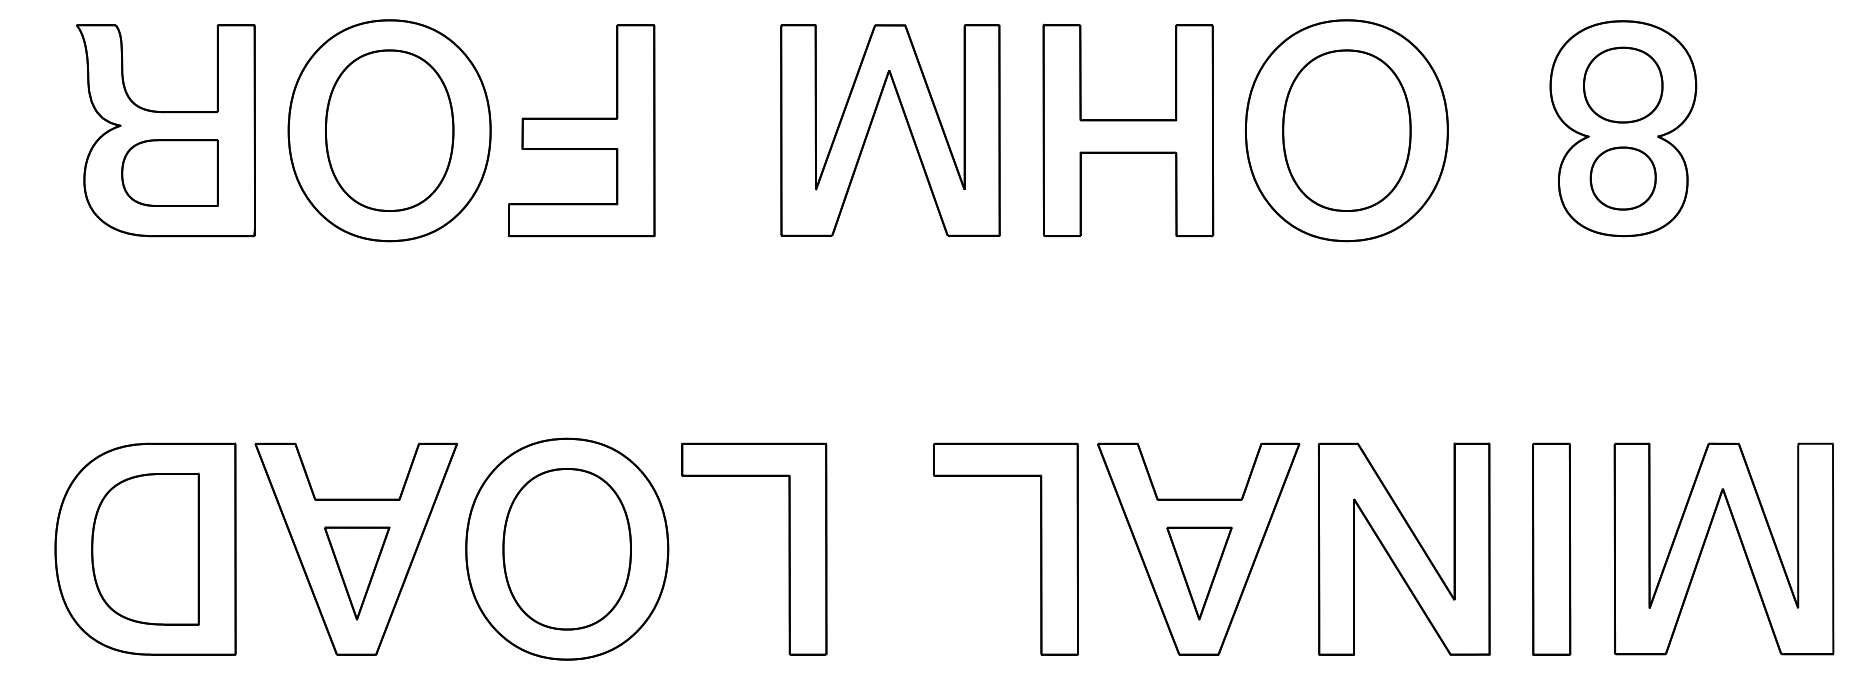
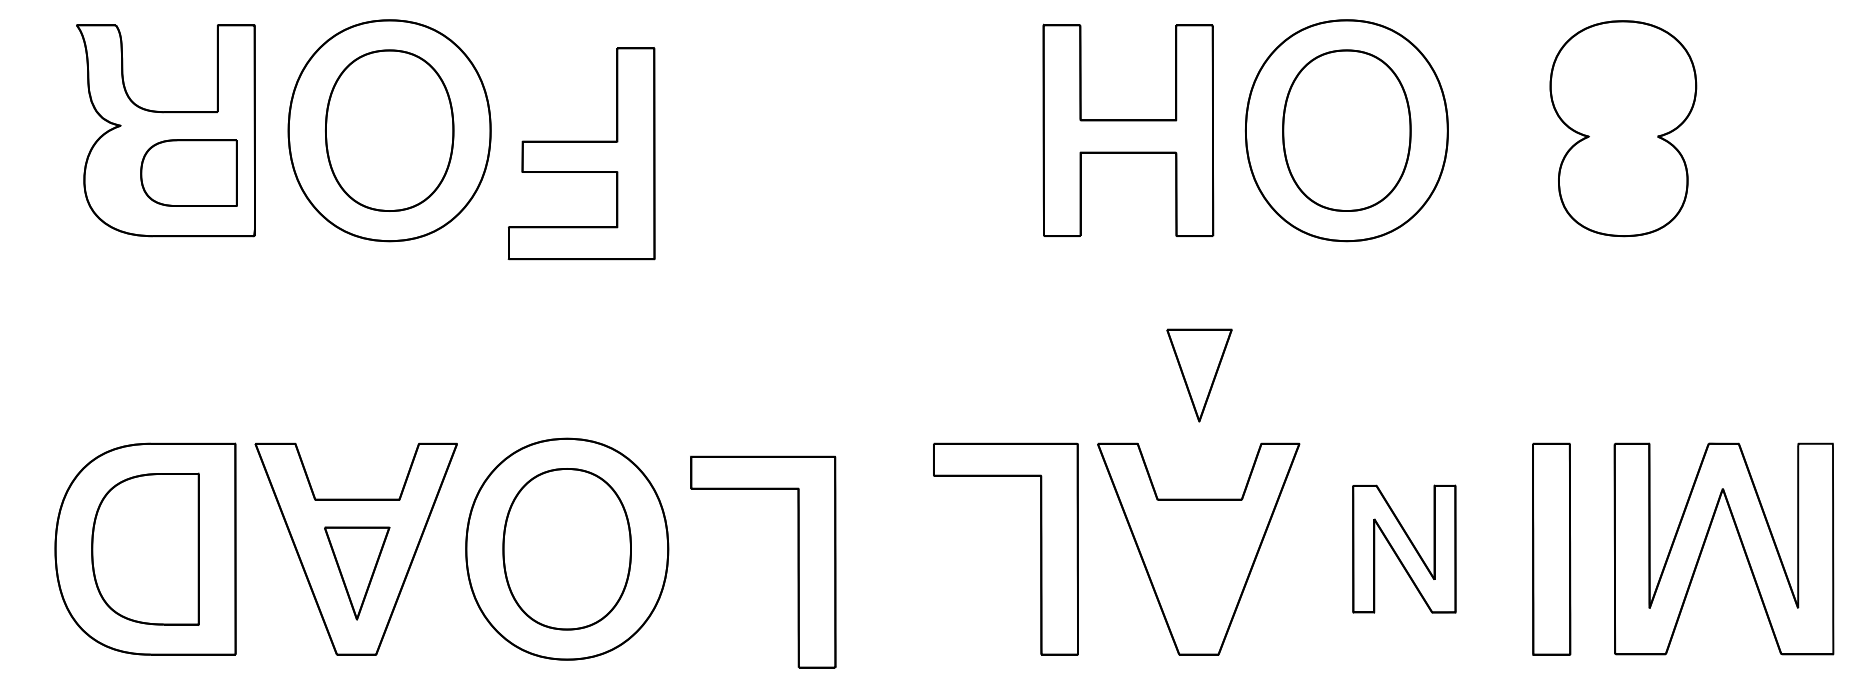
part at (1623, 84): present -> none
part at (907, 125): present -> none
part at (581, 130) position: (581, 130) -> (581, 153)
part at (169, 172) position: (169, 172) -> (188, 172)
part at (1622, 178): present -> none
part at (788, 548) position: (788, 548) -> (797, 561)
part at (1404, 548) size: 173x214 px -> 105x130 px
part at (1199, 573) position: (1199, 573) -> (1199, 375)
